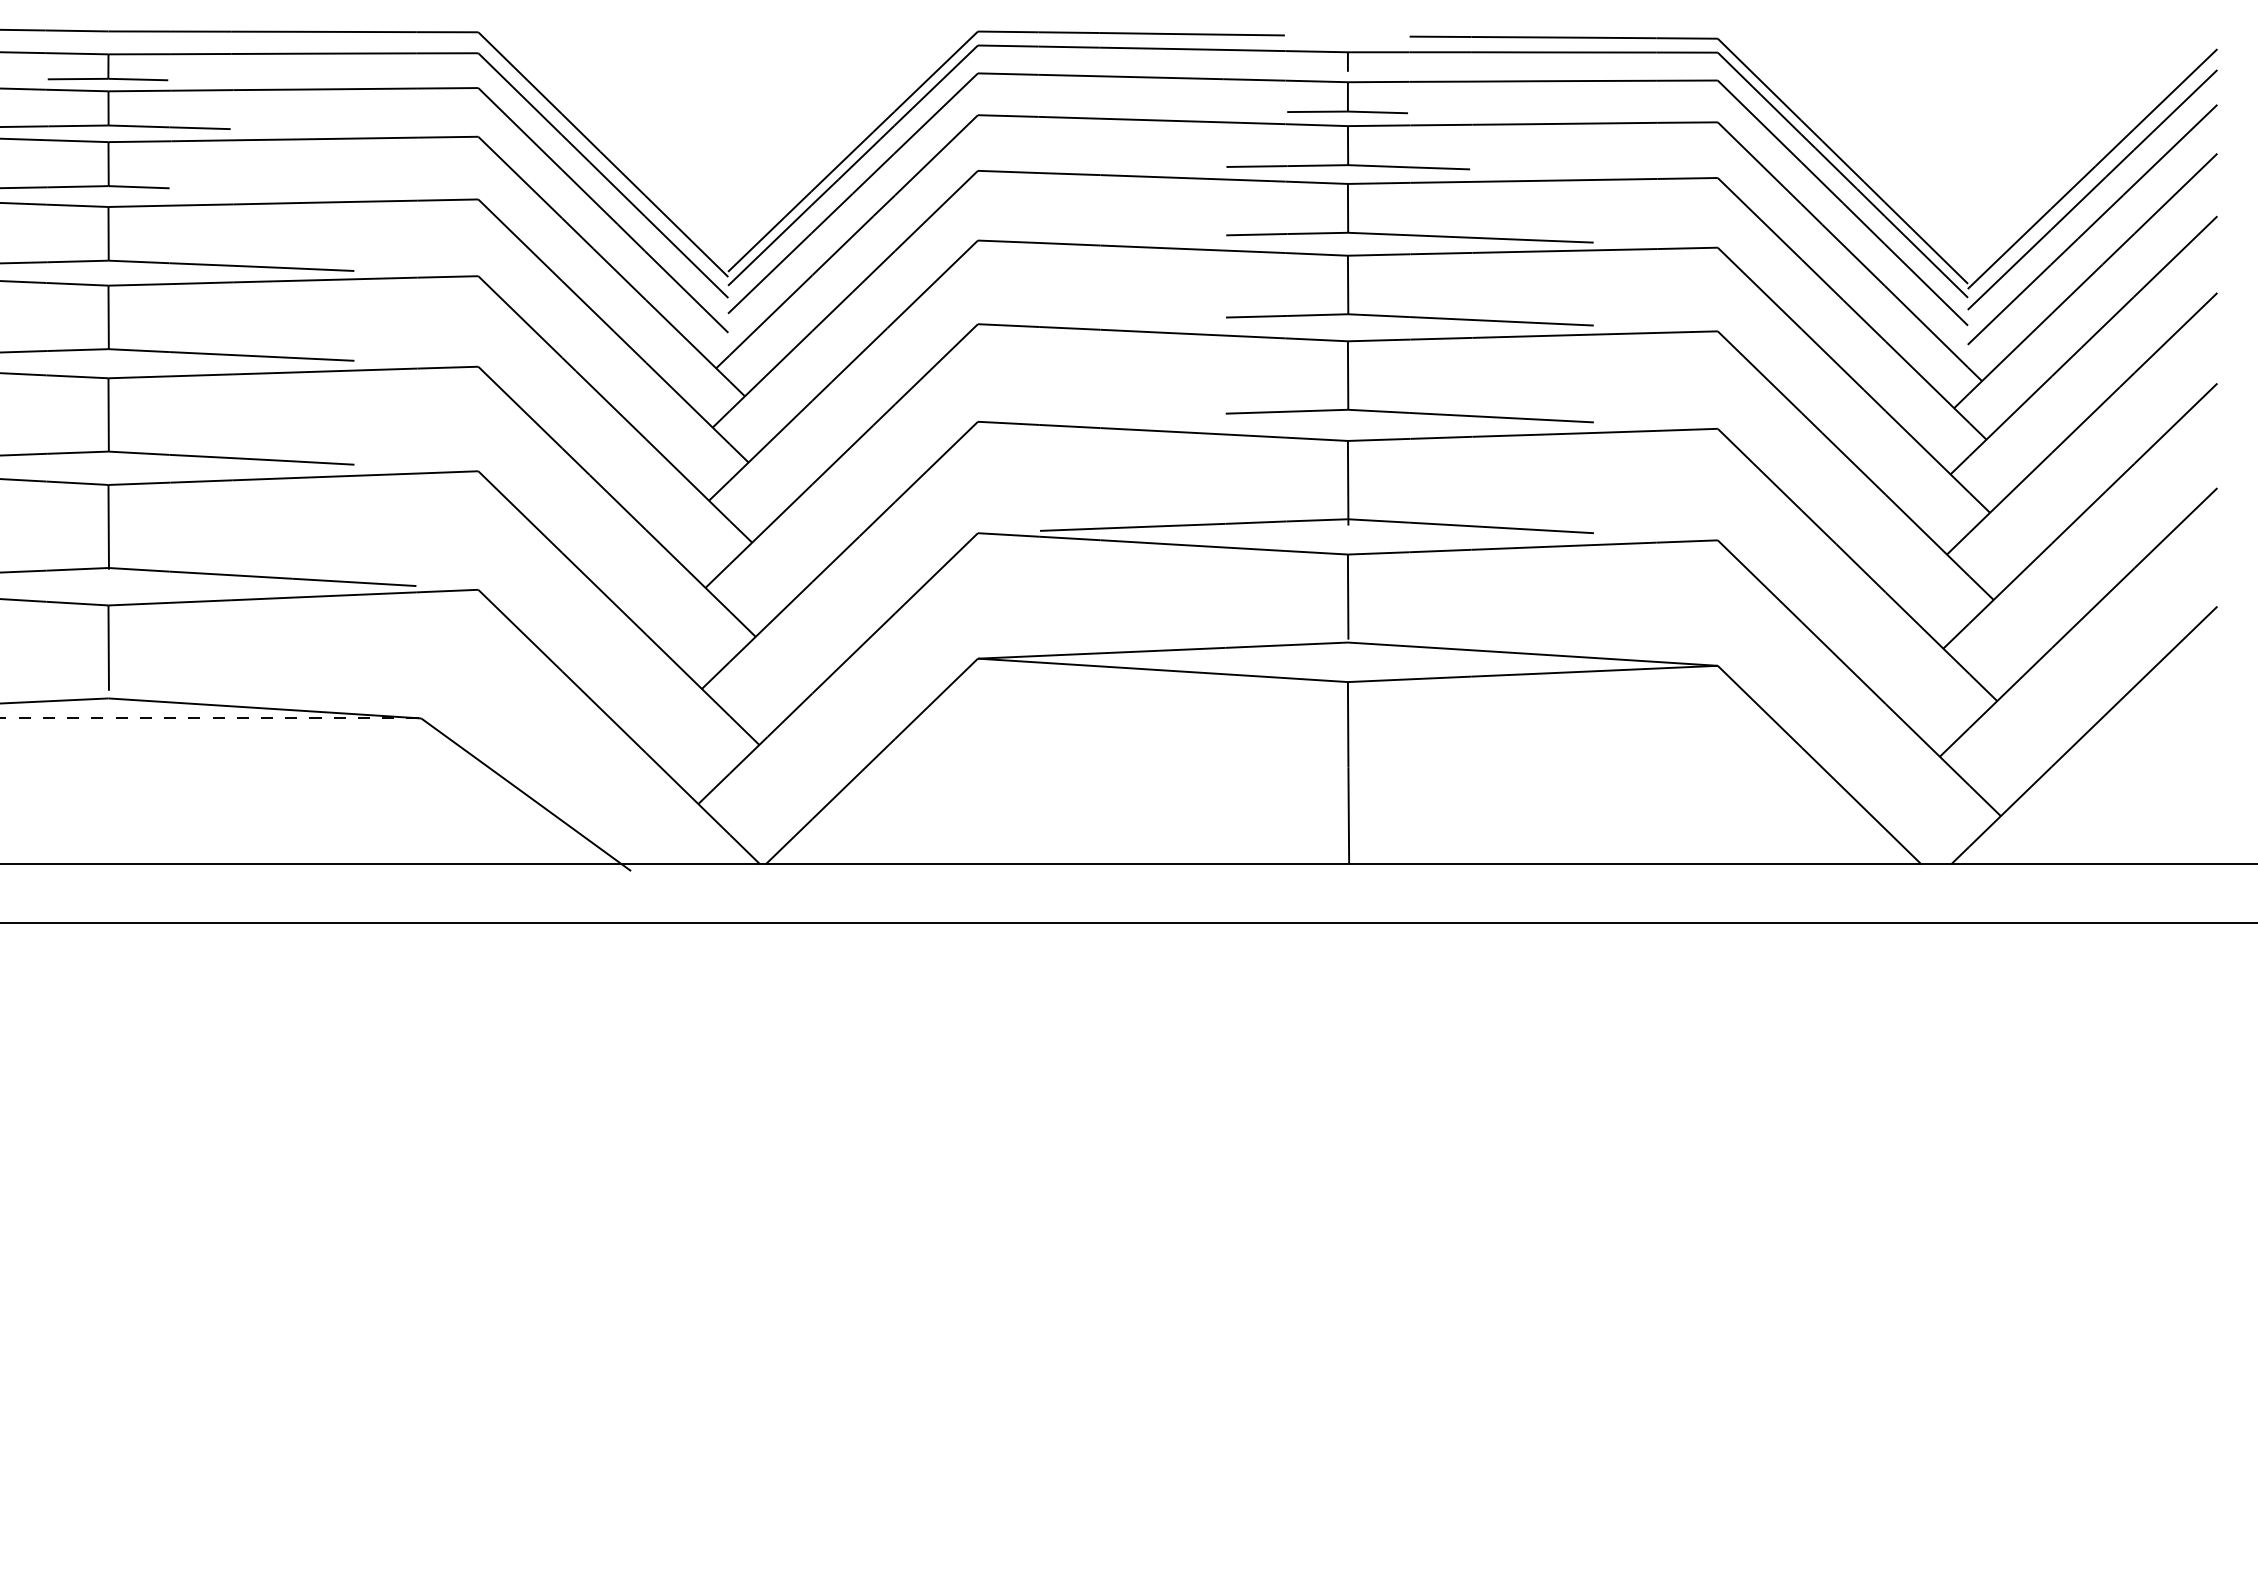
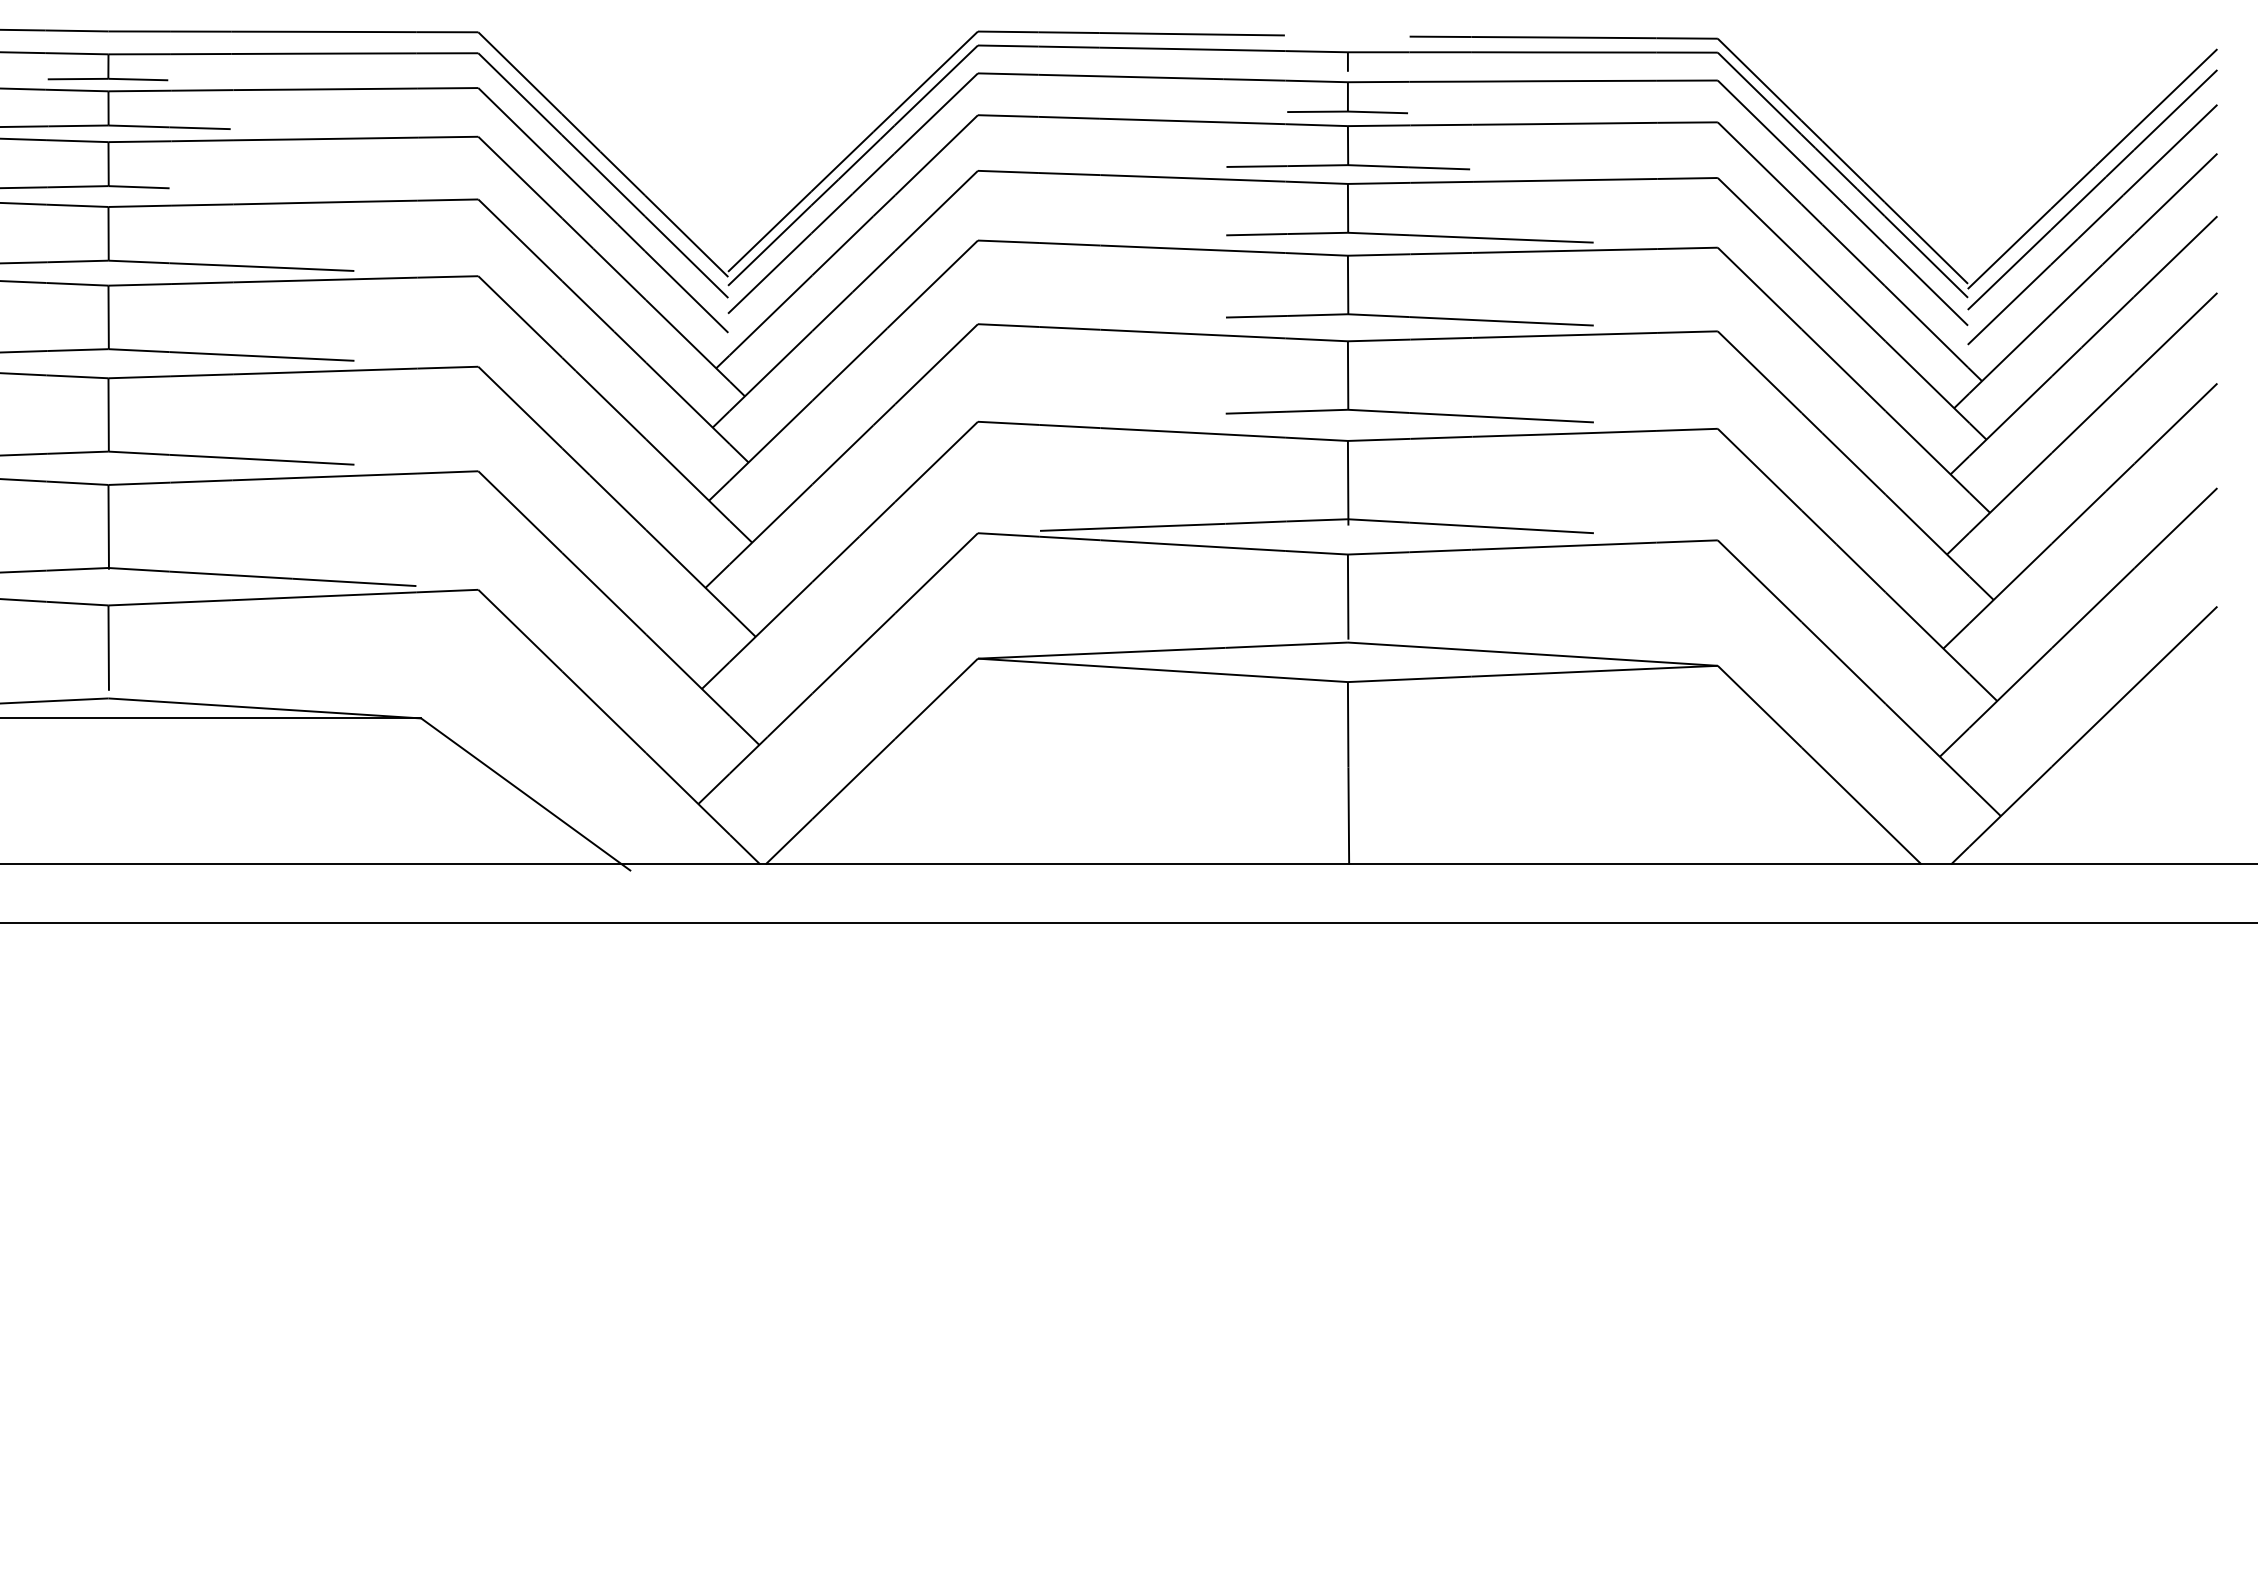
line at (211, 718): dashed -> solid
